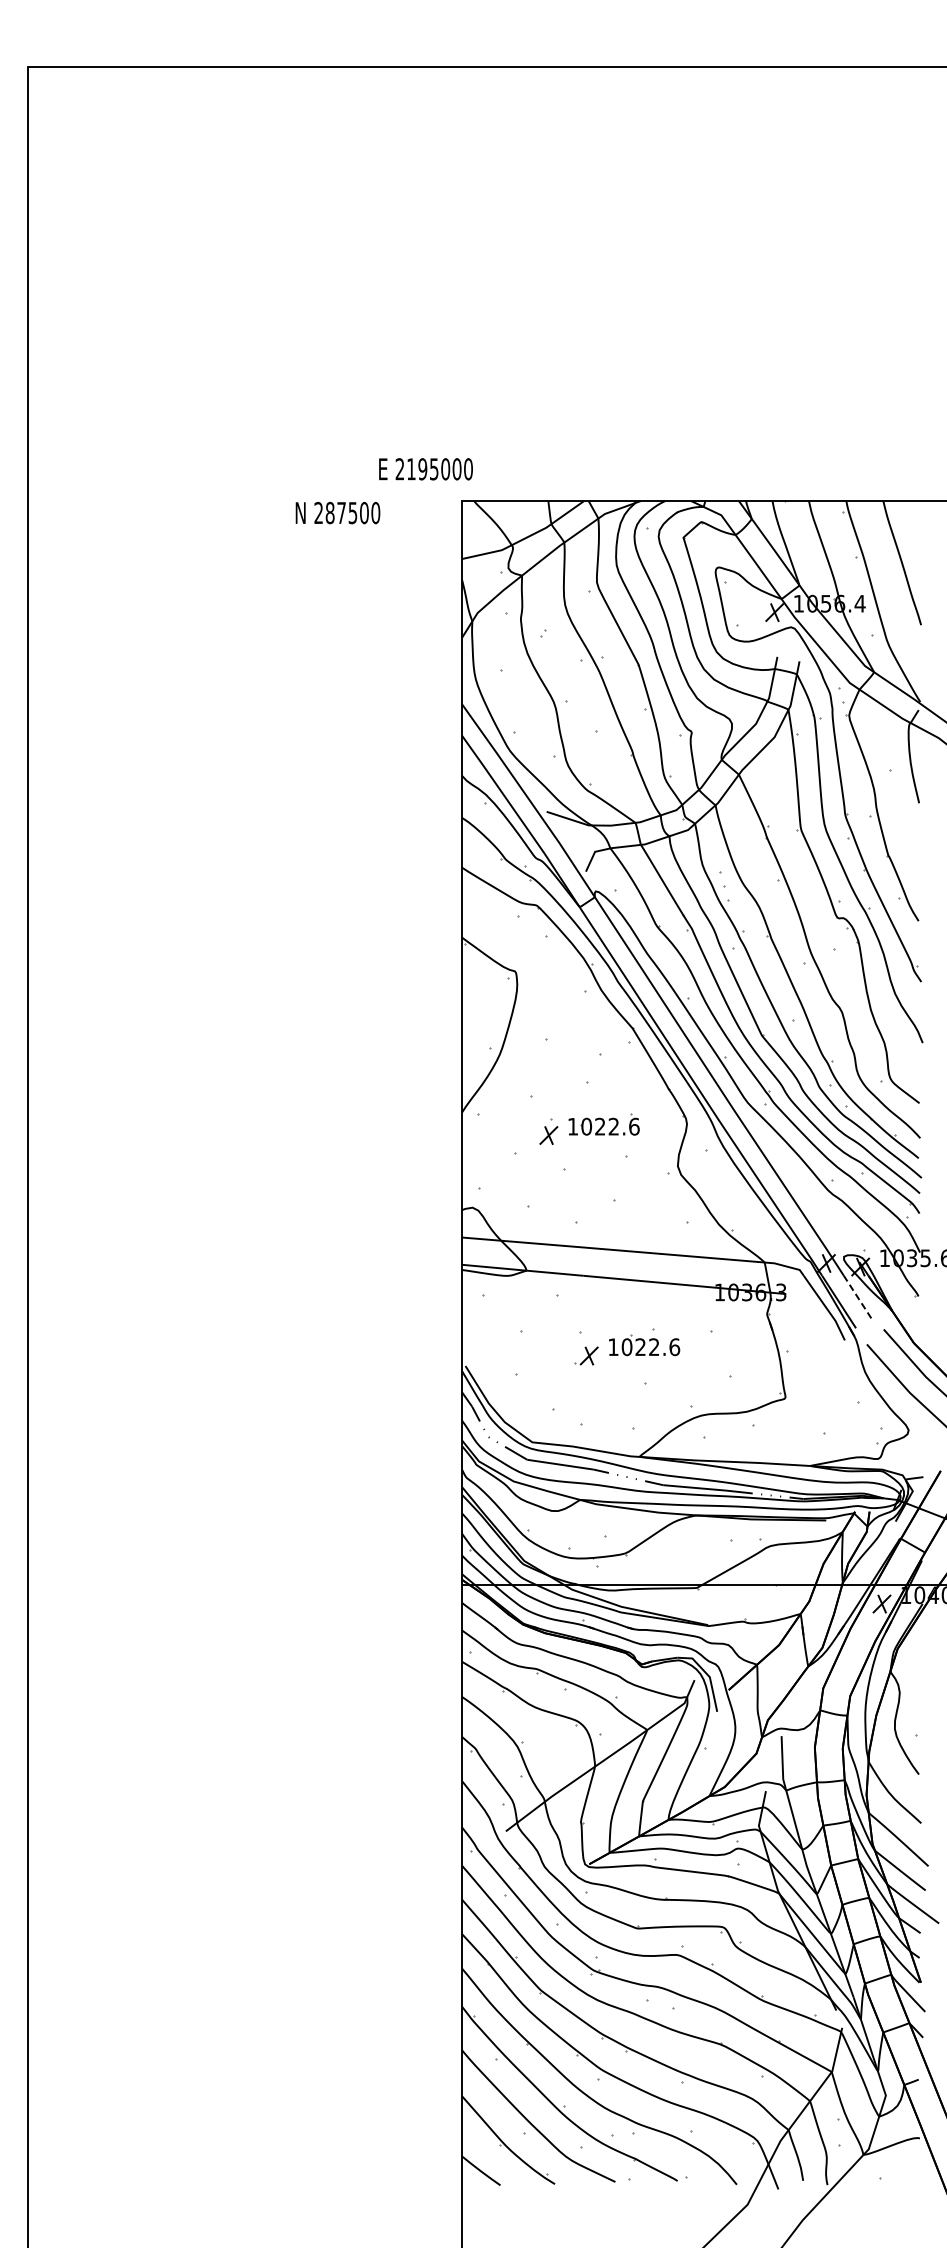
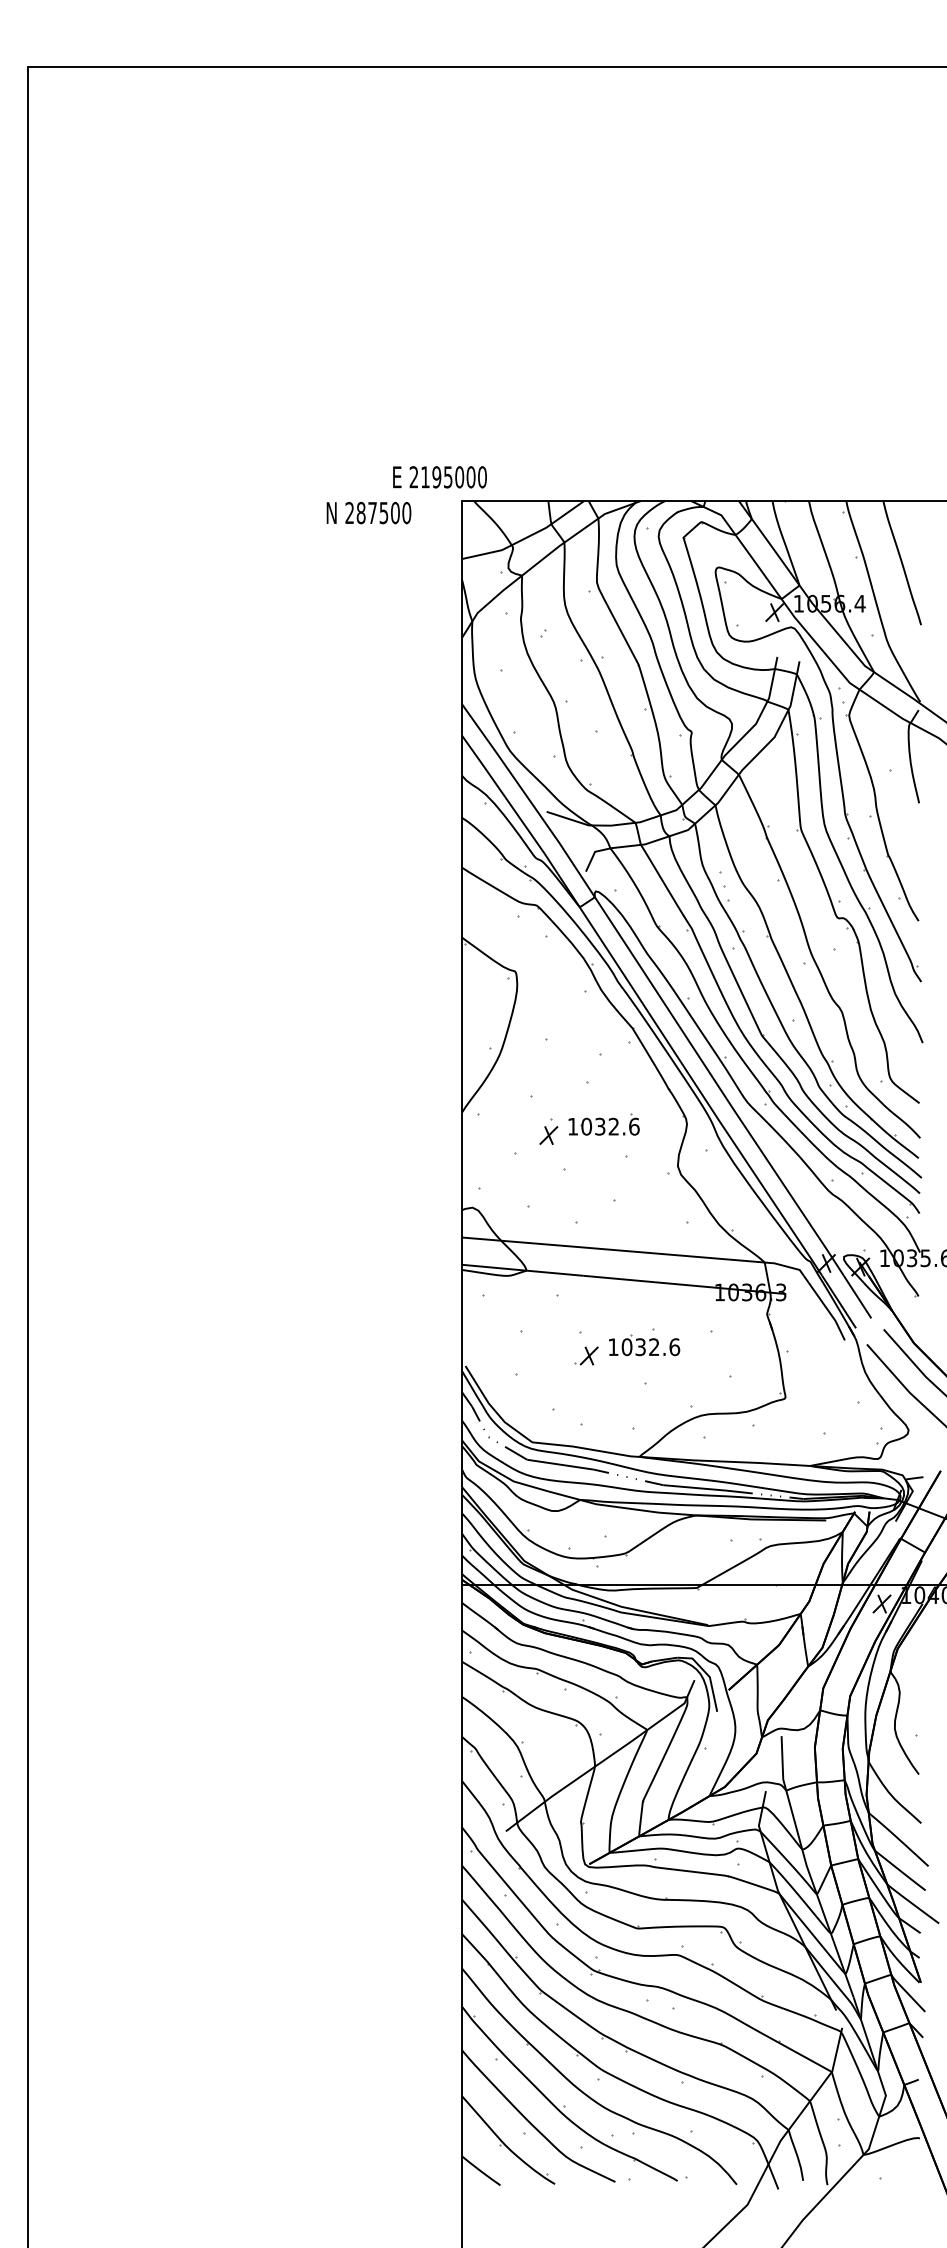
text at (425, 469) position: (425, 469) -> (439, 477)
text at (337, 512) position: (337, 512) -> (368, 512)
text at (600, 1126): 1022.6 -> 1032.6
line at (857, 1296): dashed -> solid
text at (640, 1347): 1022.6 -> 1032.6
